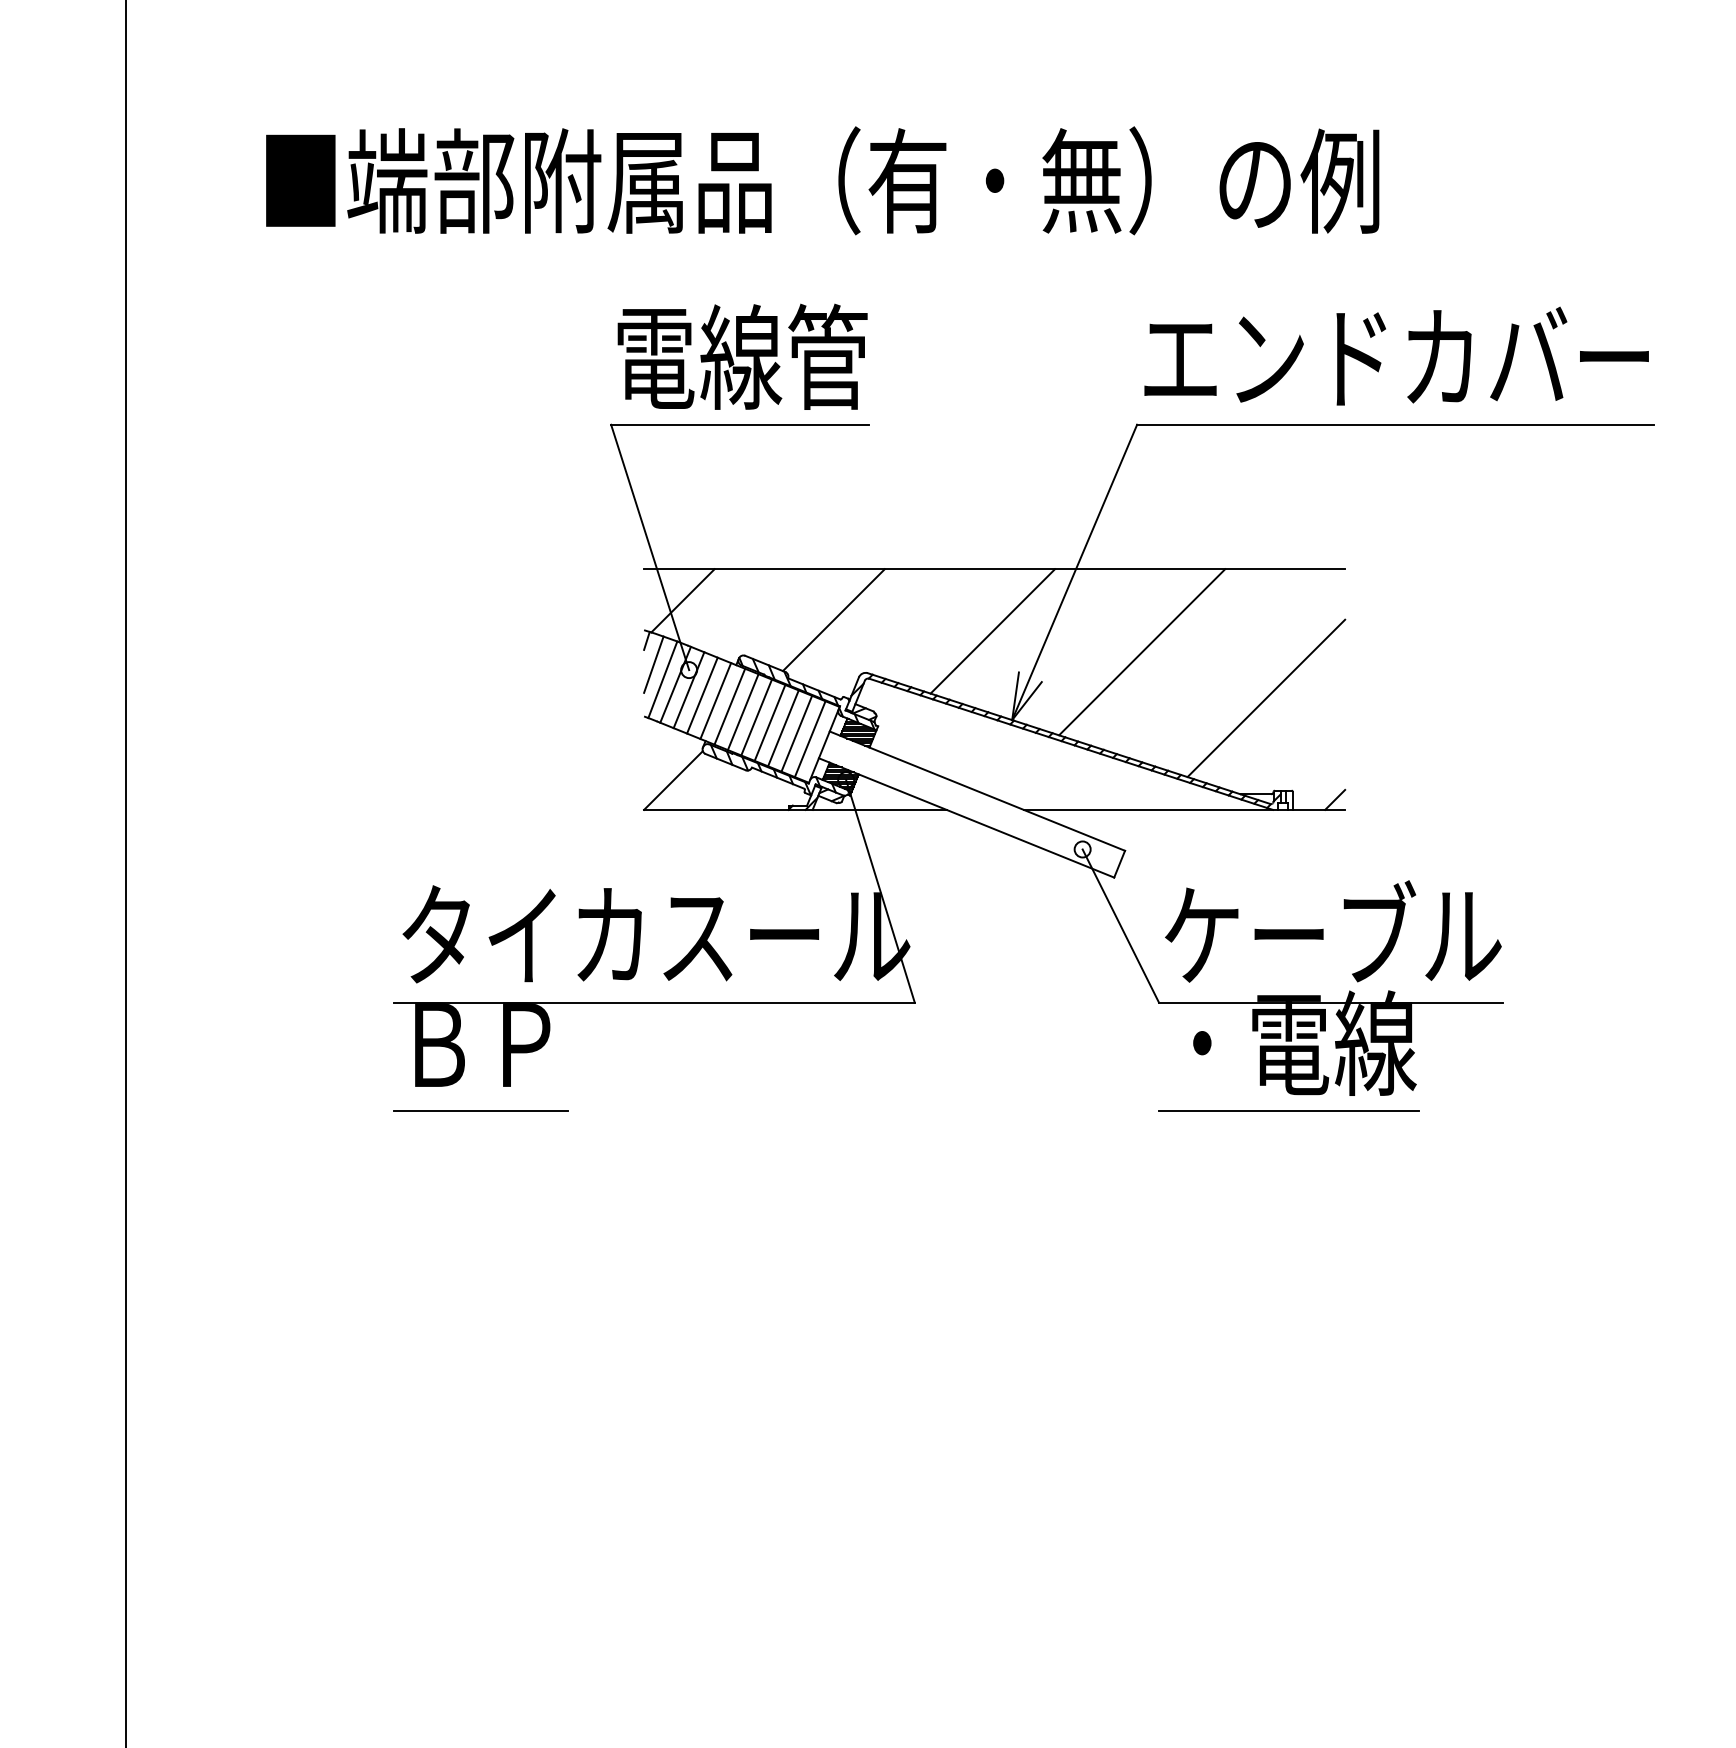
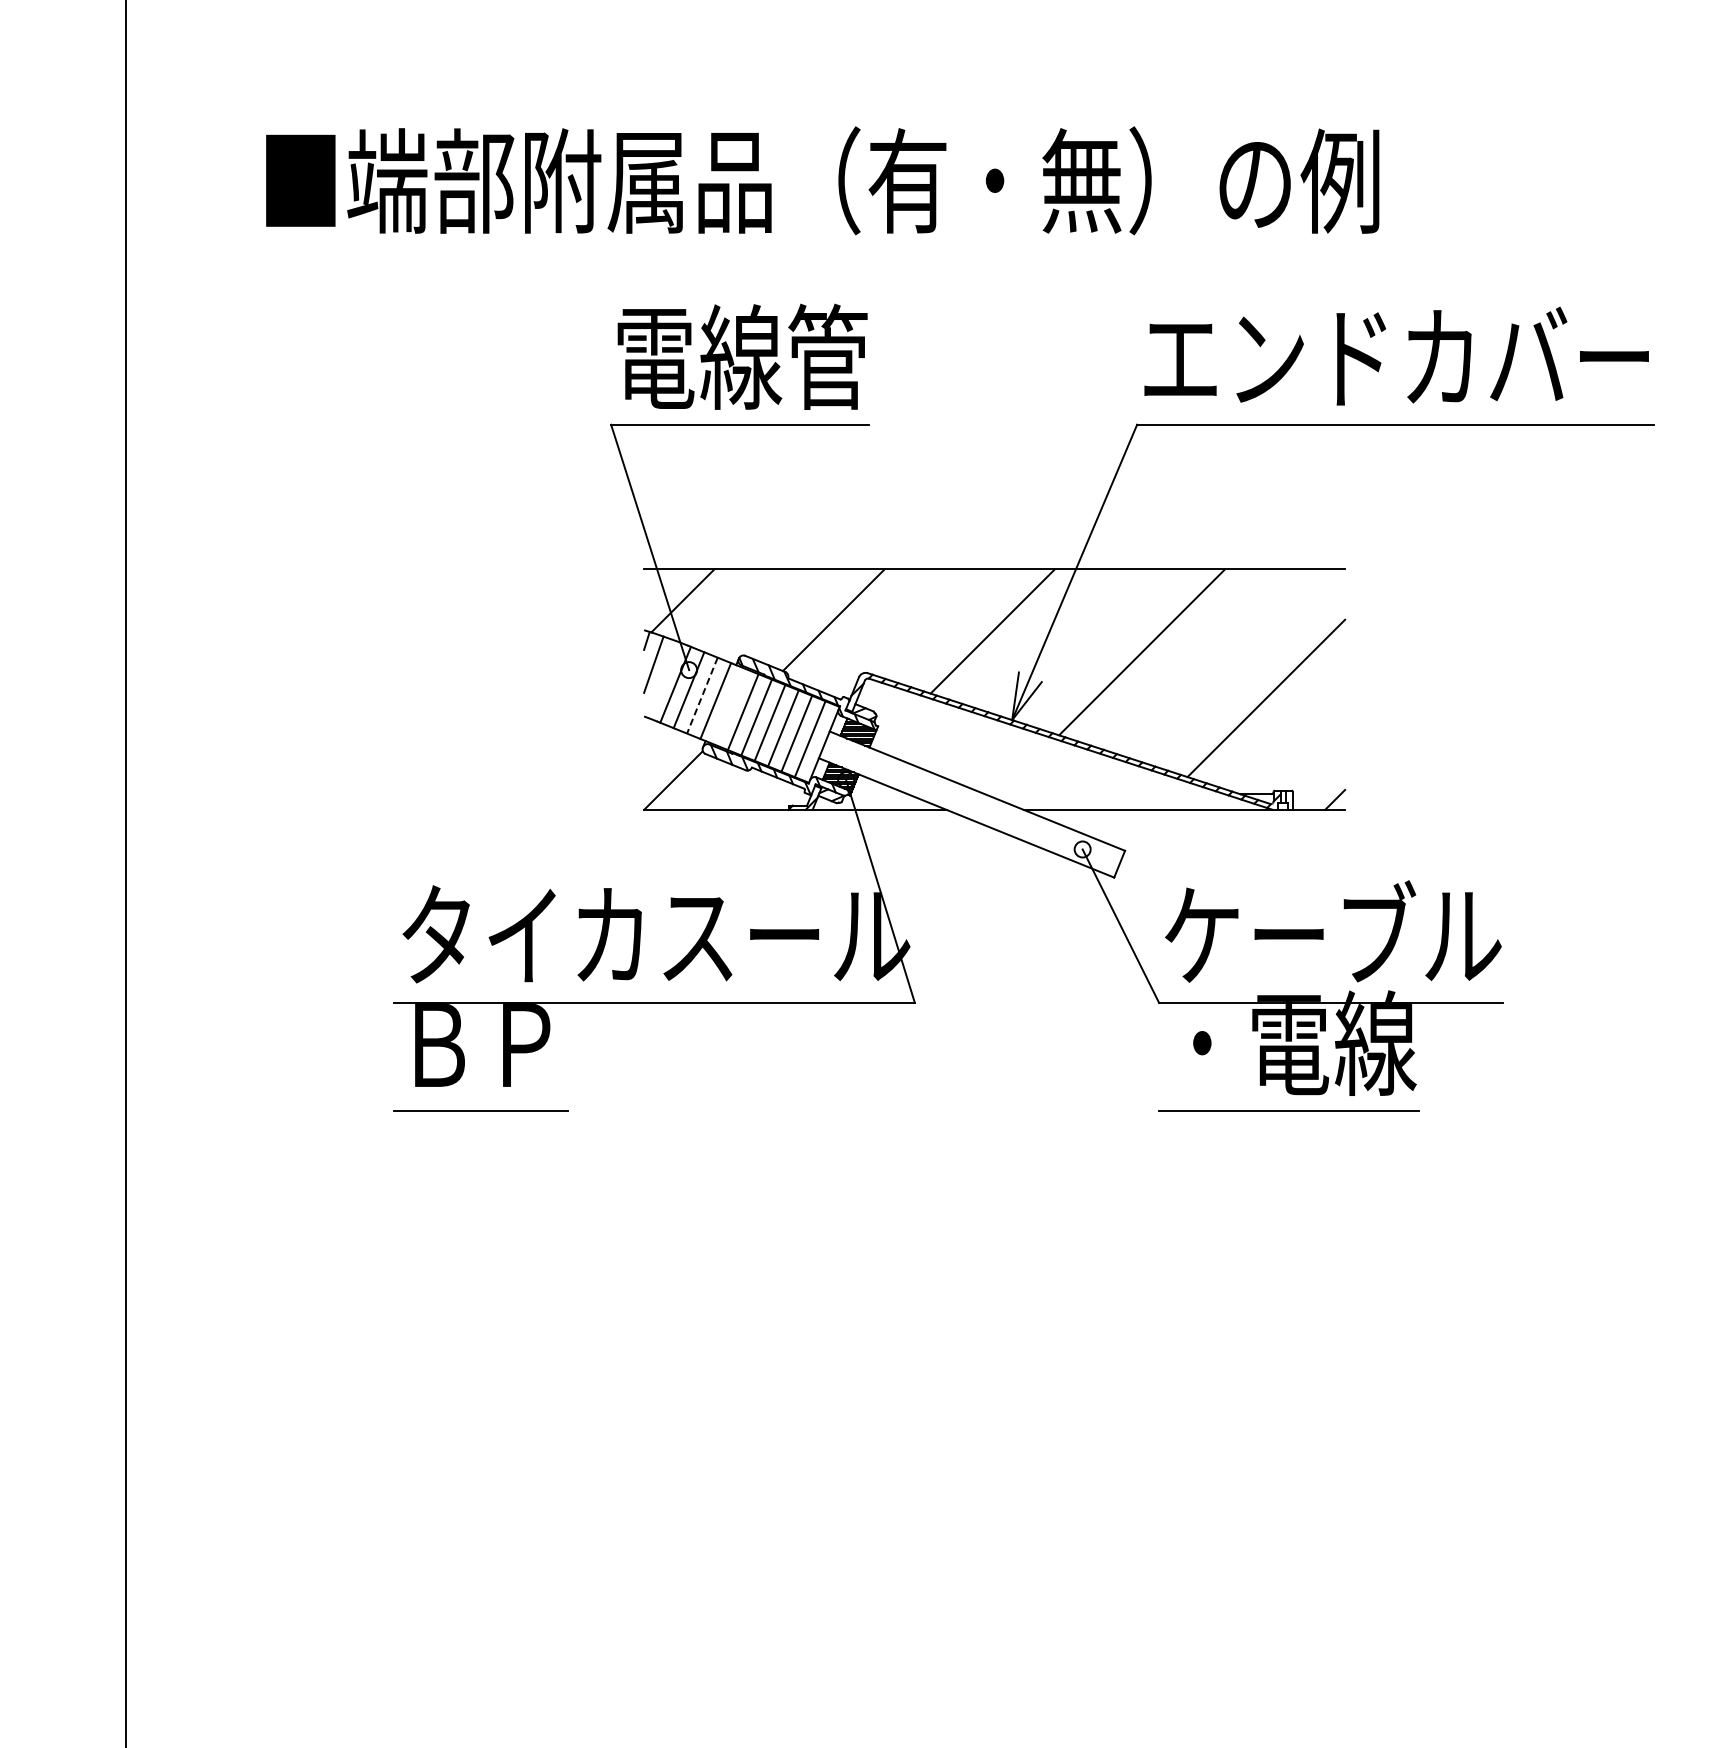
line at (662, 679): present -> none
line at (702, 695): solid -> dashed
line at (729, 706): present -> none
